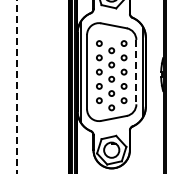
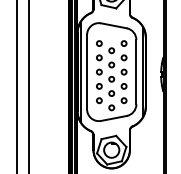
line at (136, 72): dashed -> solid
line at (17, 86): dashed -> solid
line at (28, 86): none -> present
